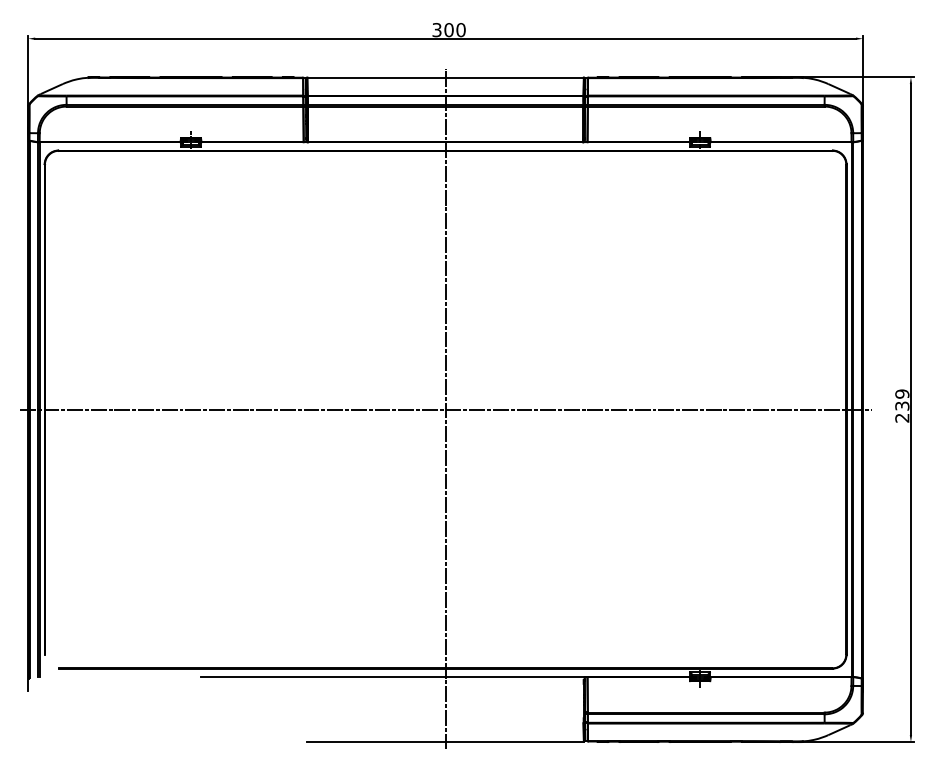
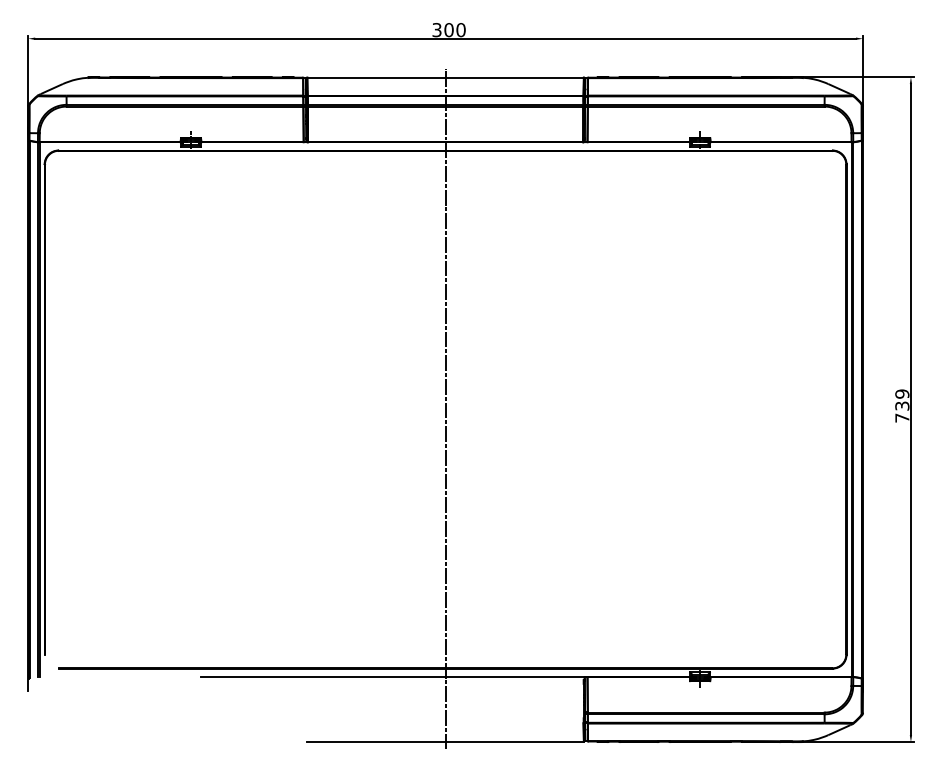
line at (445, 409): present -> none
text at (902, 417): 239 -> 739
